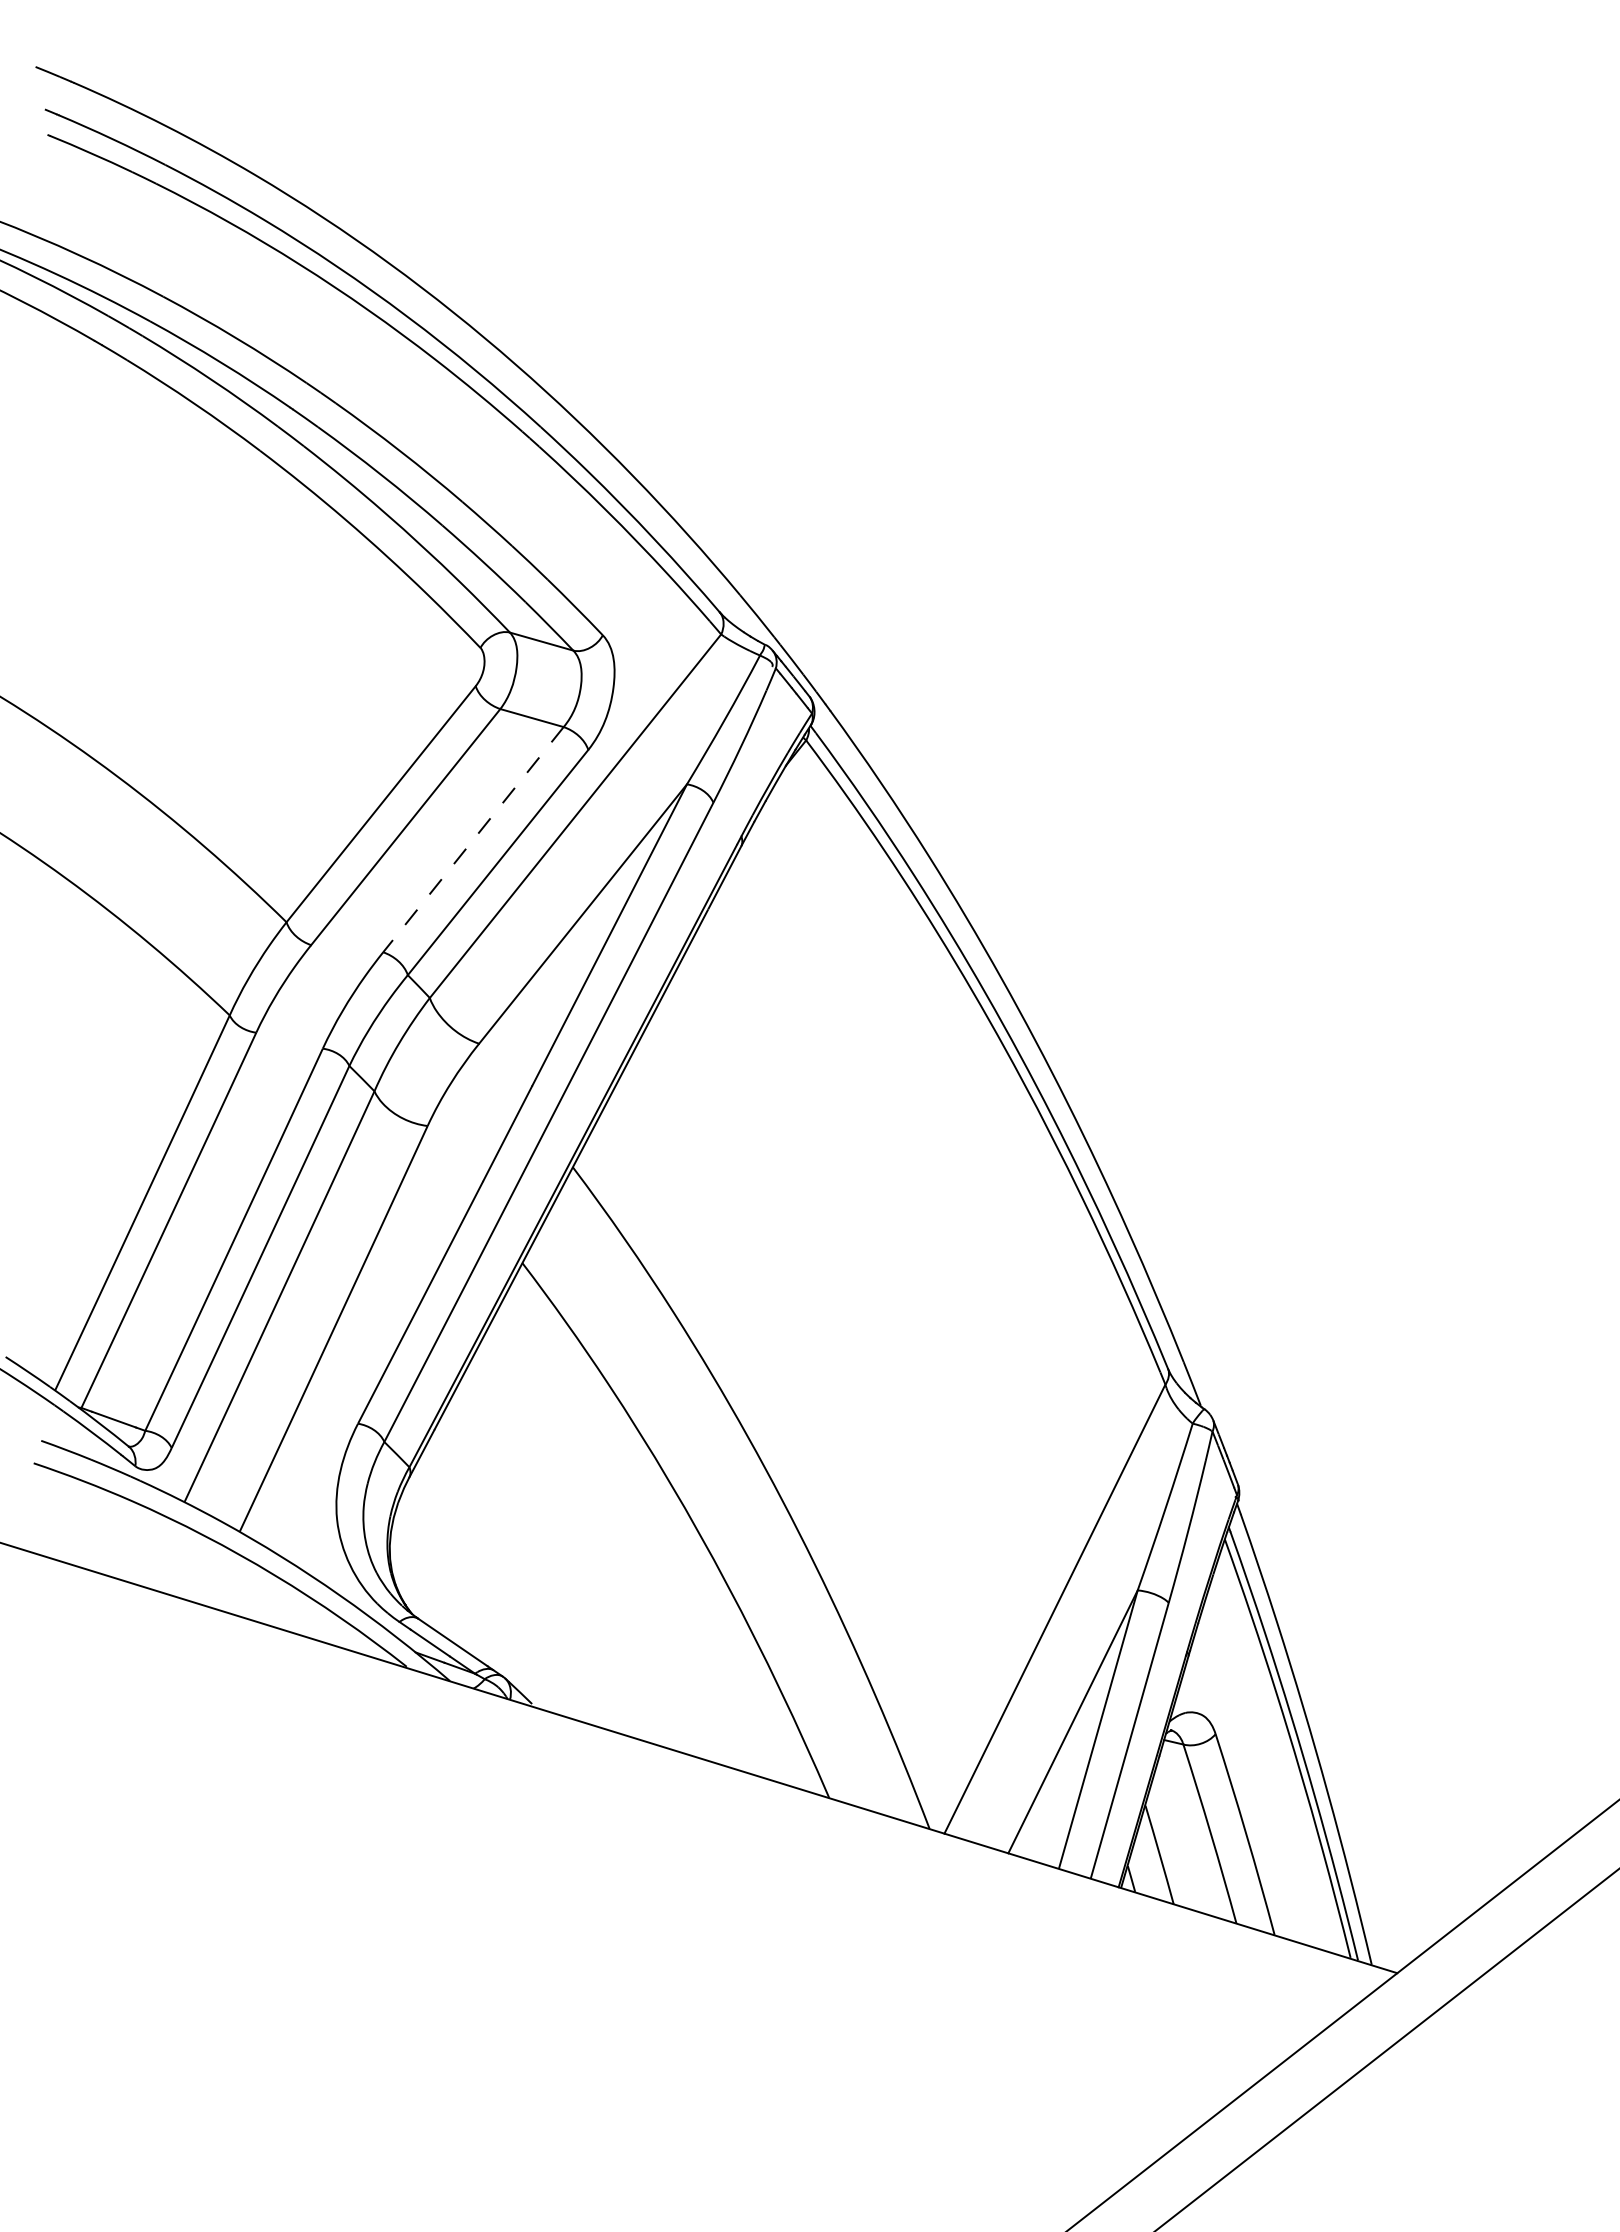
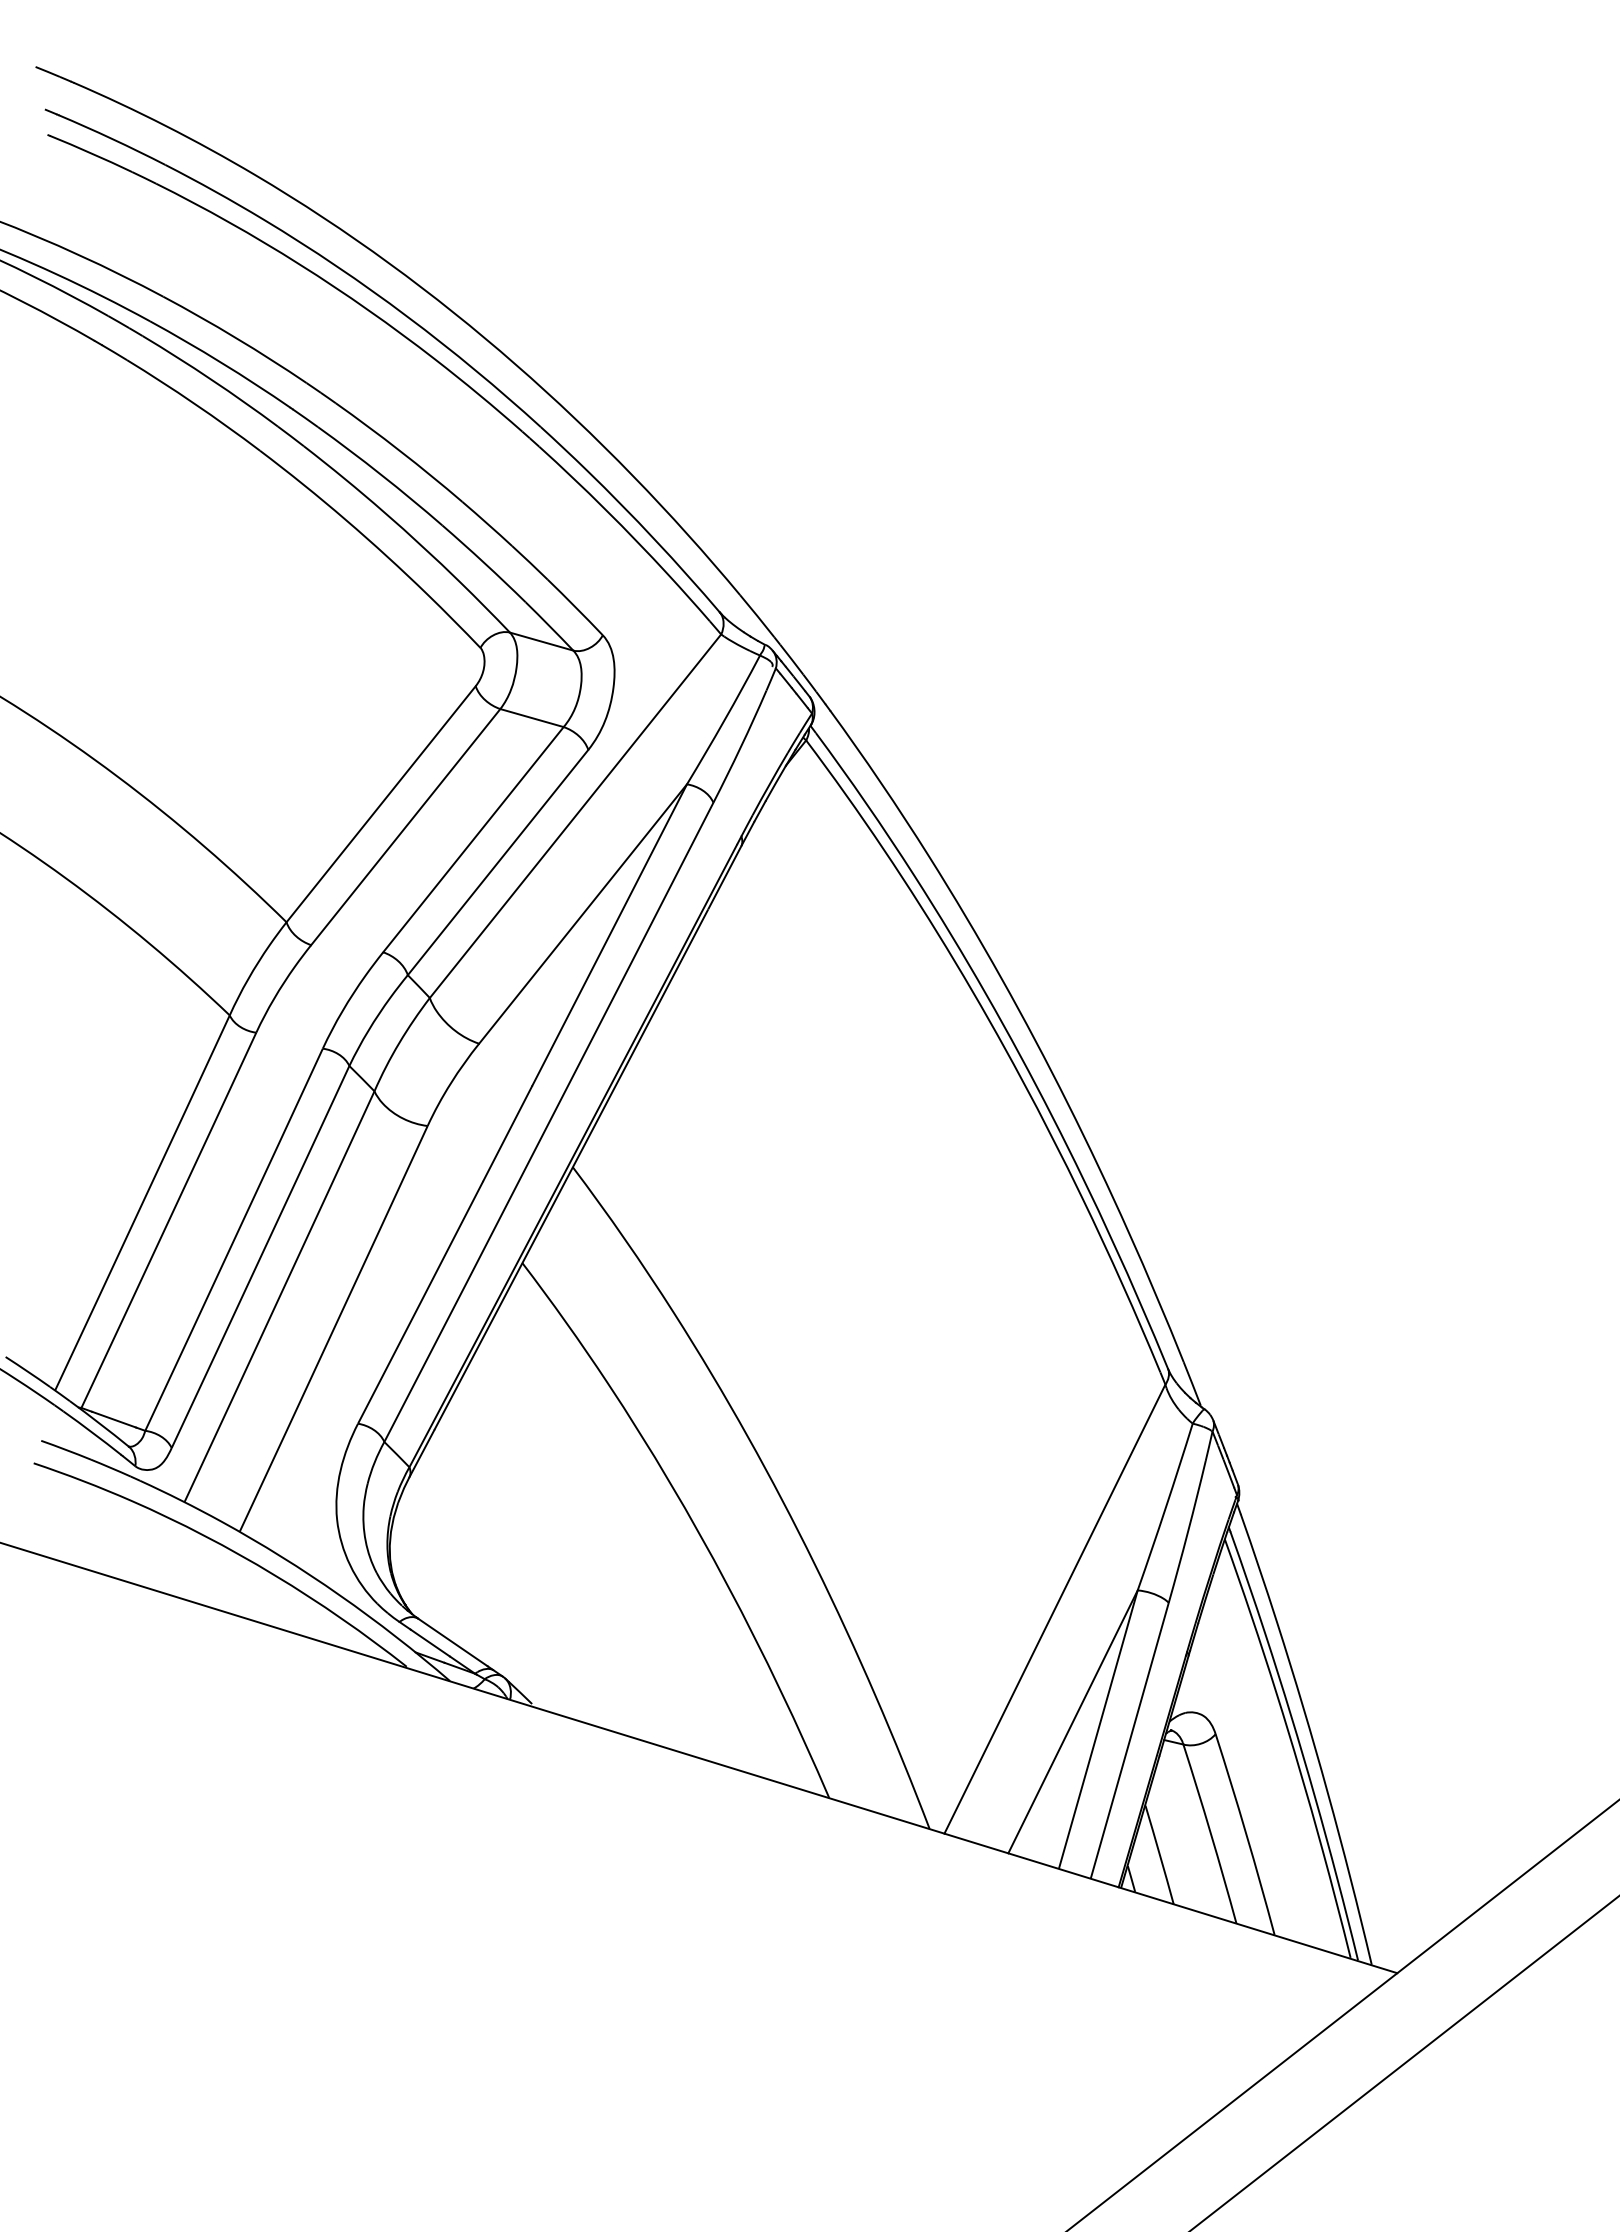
line at (473, 840): dashed -> solid
line at (1387, 2049) position: (1387, 2049) -> (1404, 2063)
